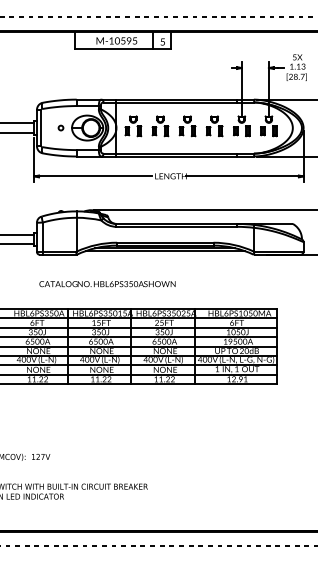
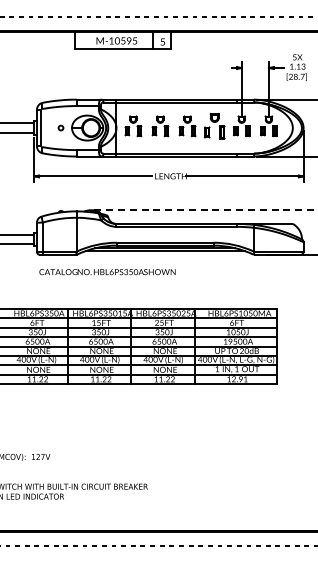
part at (214, 126) size: 19x23 px -> 22x27 px
line at (205, 210): solid -> dashed
text at (107, 284) position: (107, 284) -> (107, 272)
